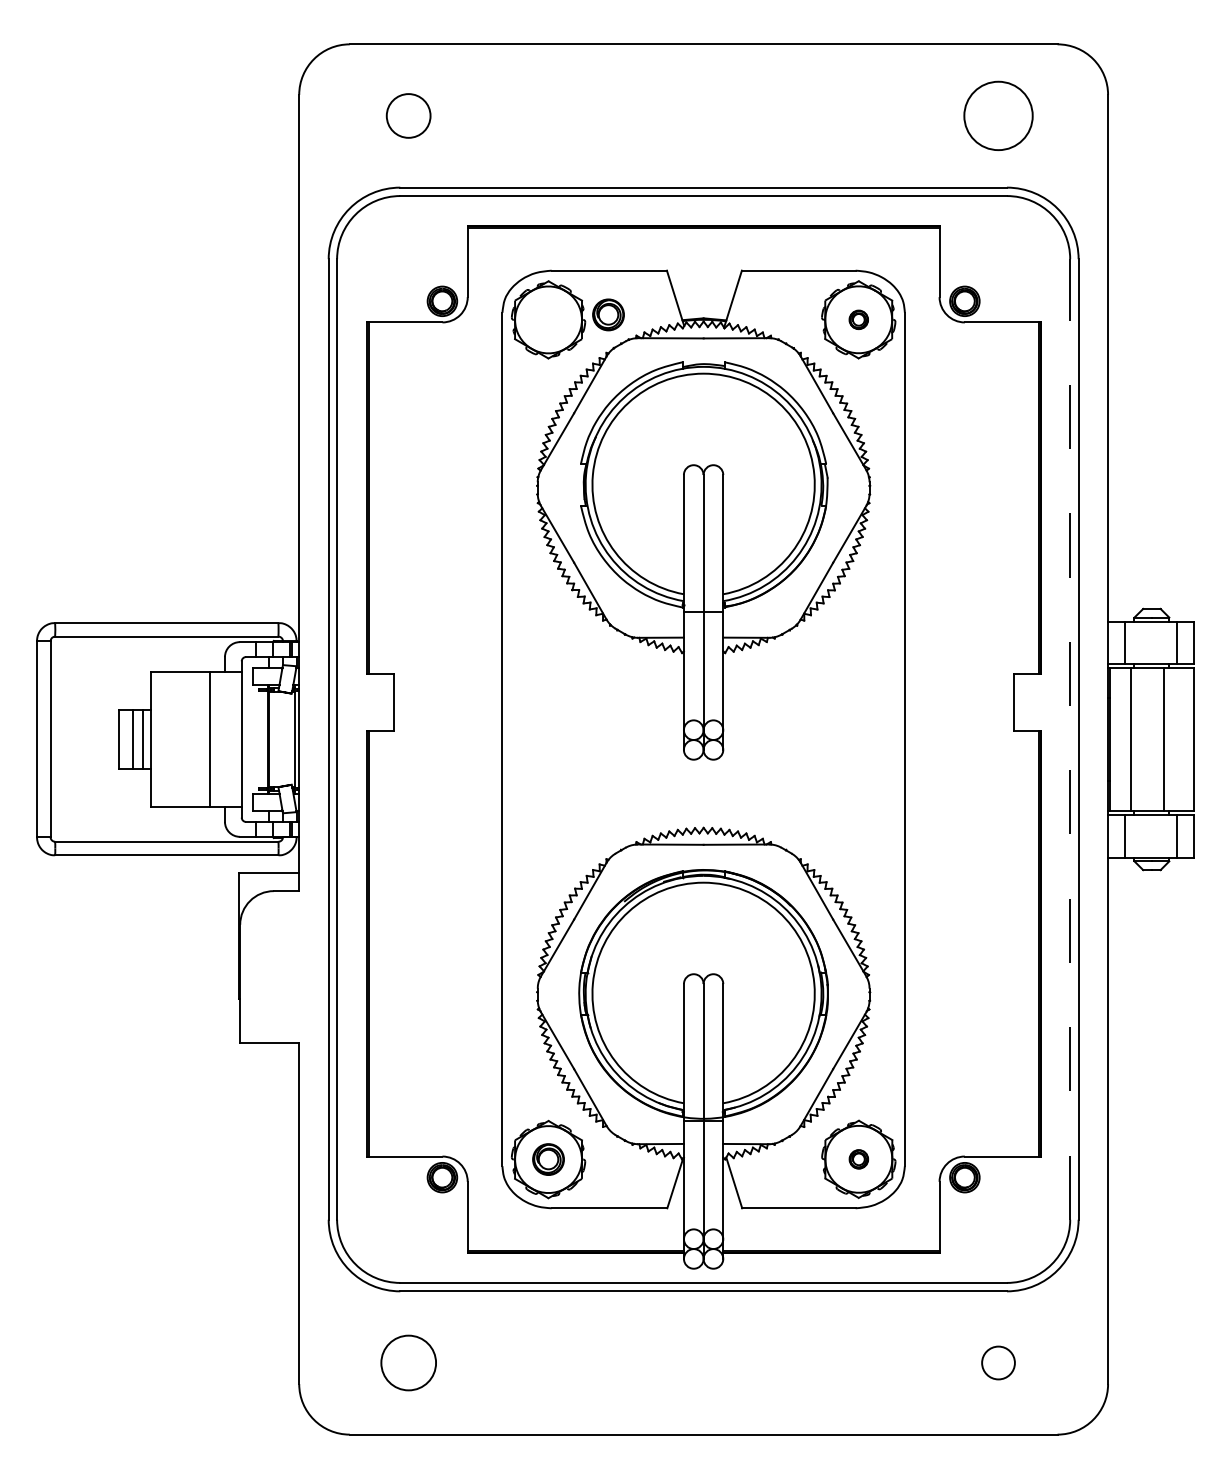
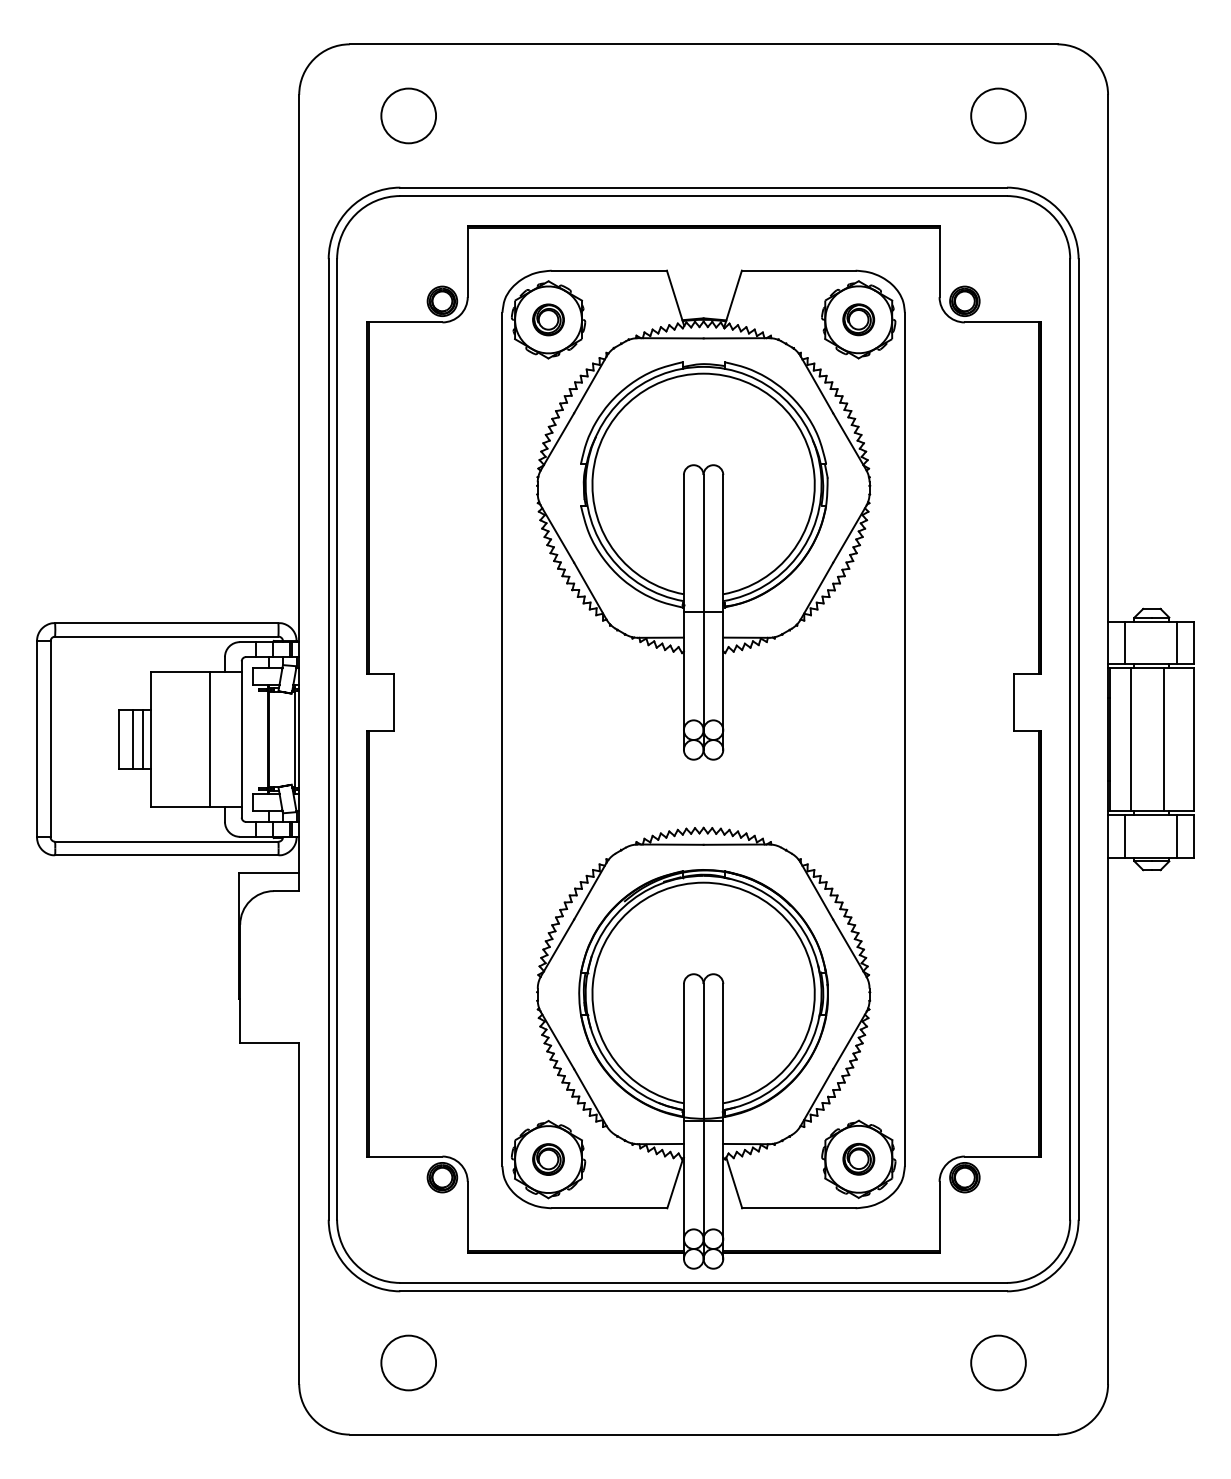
circle at (408, 115) size: 47x46 px -> 57x58 px
circle at (998, 115) size: 71x71 px -> 57x58 px
part at (608, 314) position: (608, 314) -> (548, 319)
part at (858, 319) size: 21x21 px -> 34x34 px
line at (1070, 738): dashed -> solid
part at (858, 1159) size: 22x21 px -> 34x33 px
circle at (998, 1362) diameter: 33 px -> 55 px
